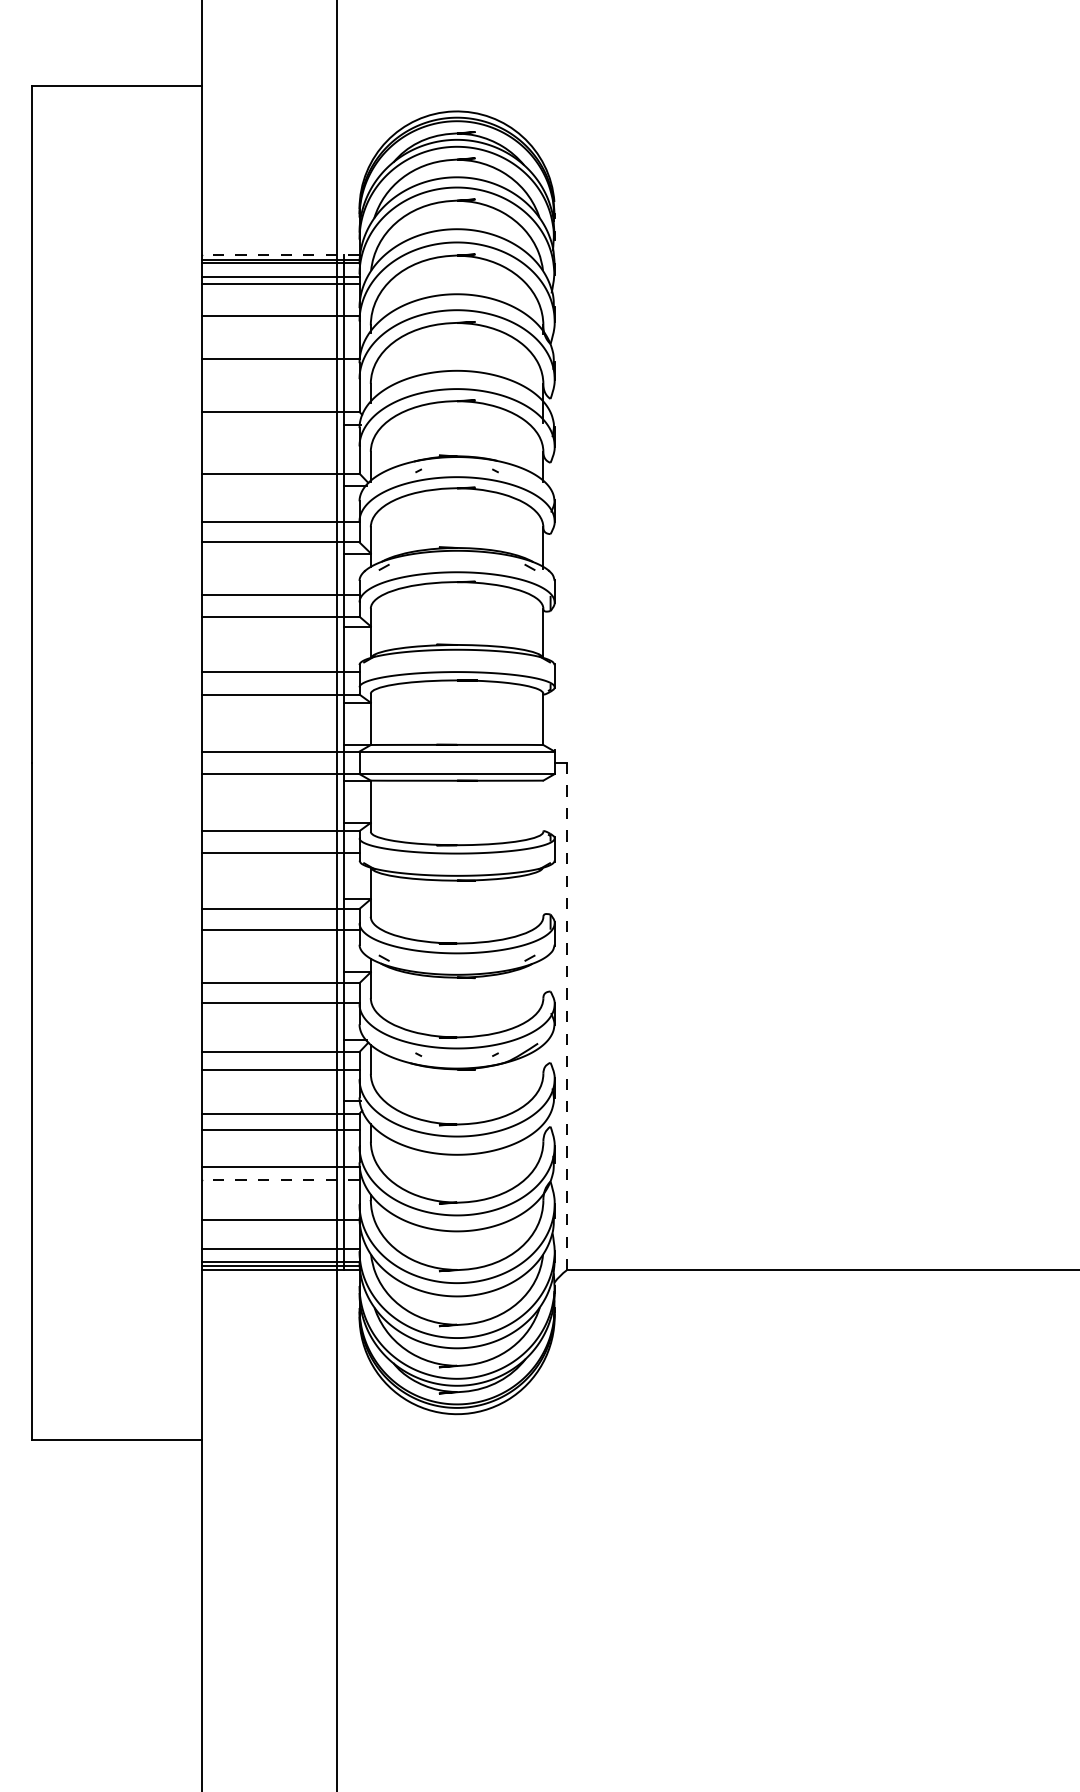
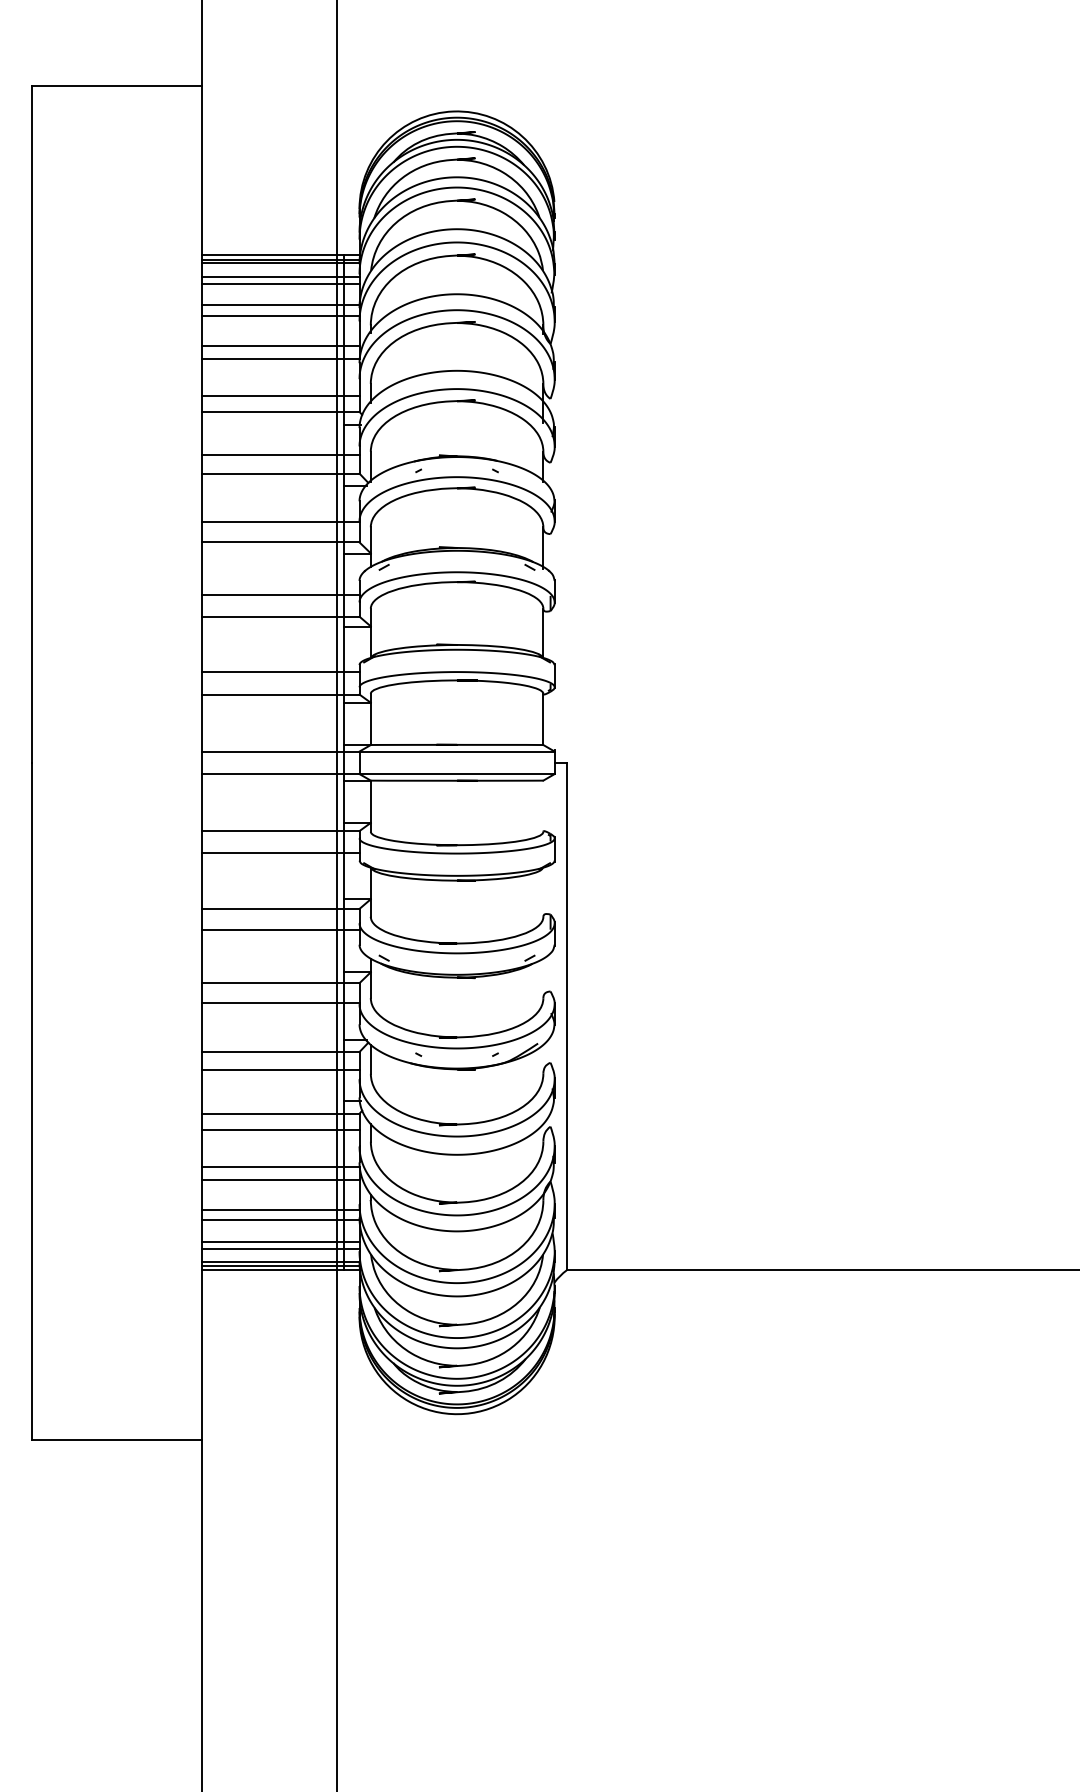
line at (280, 255): dashed -> solid
line at (280, 305): none -> present
line at (280, 345): none -> present
line at (280, 395): none -> present
line at (280, 455): none -> present
line at (566, 1016): dashed -> solid
line at (280, 1180): dashed -> solid
line at (280, 1209): none -> present
line at (280, 1242): none -> present
